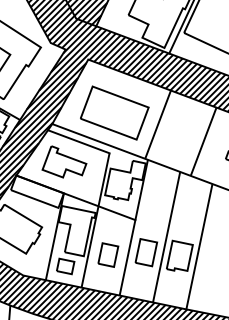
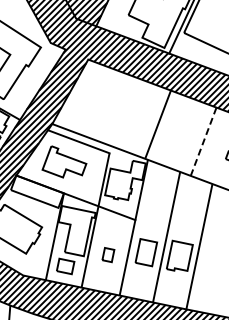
part at (114, 112): present -> none
line at (203, 142): solid -> dashed
part at (108, 254) size: 23x26 px -> 15x17 px
